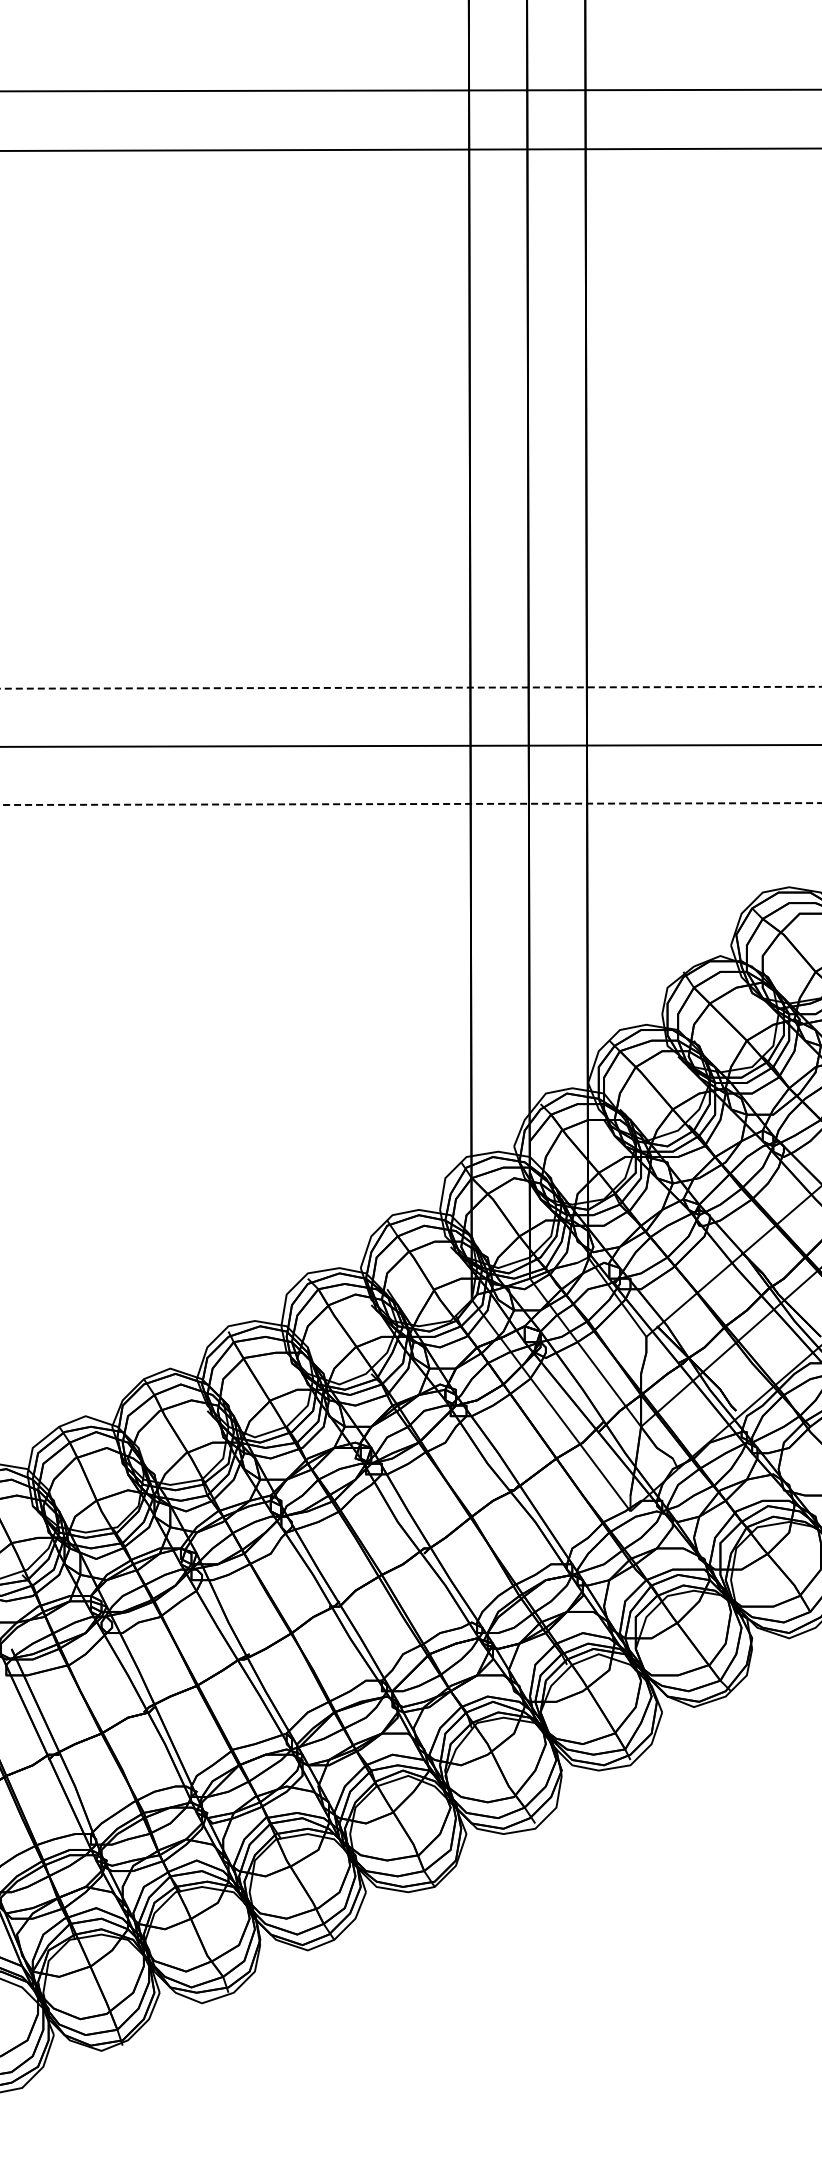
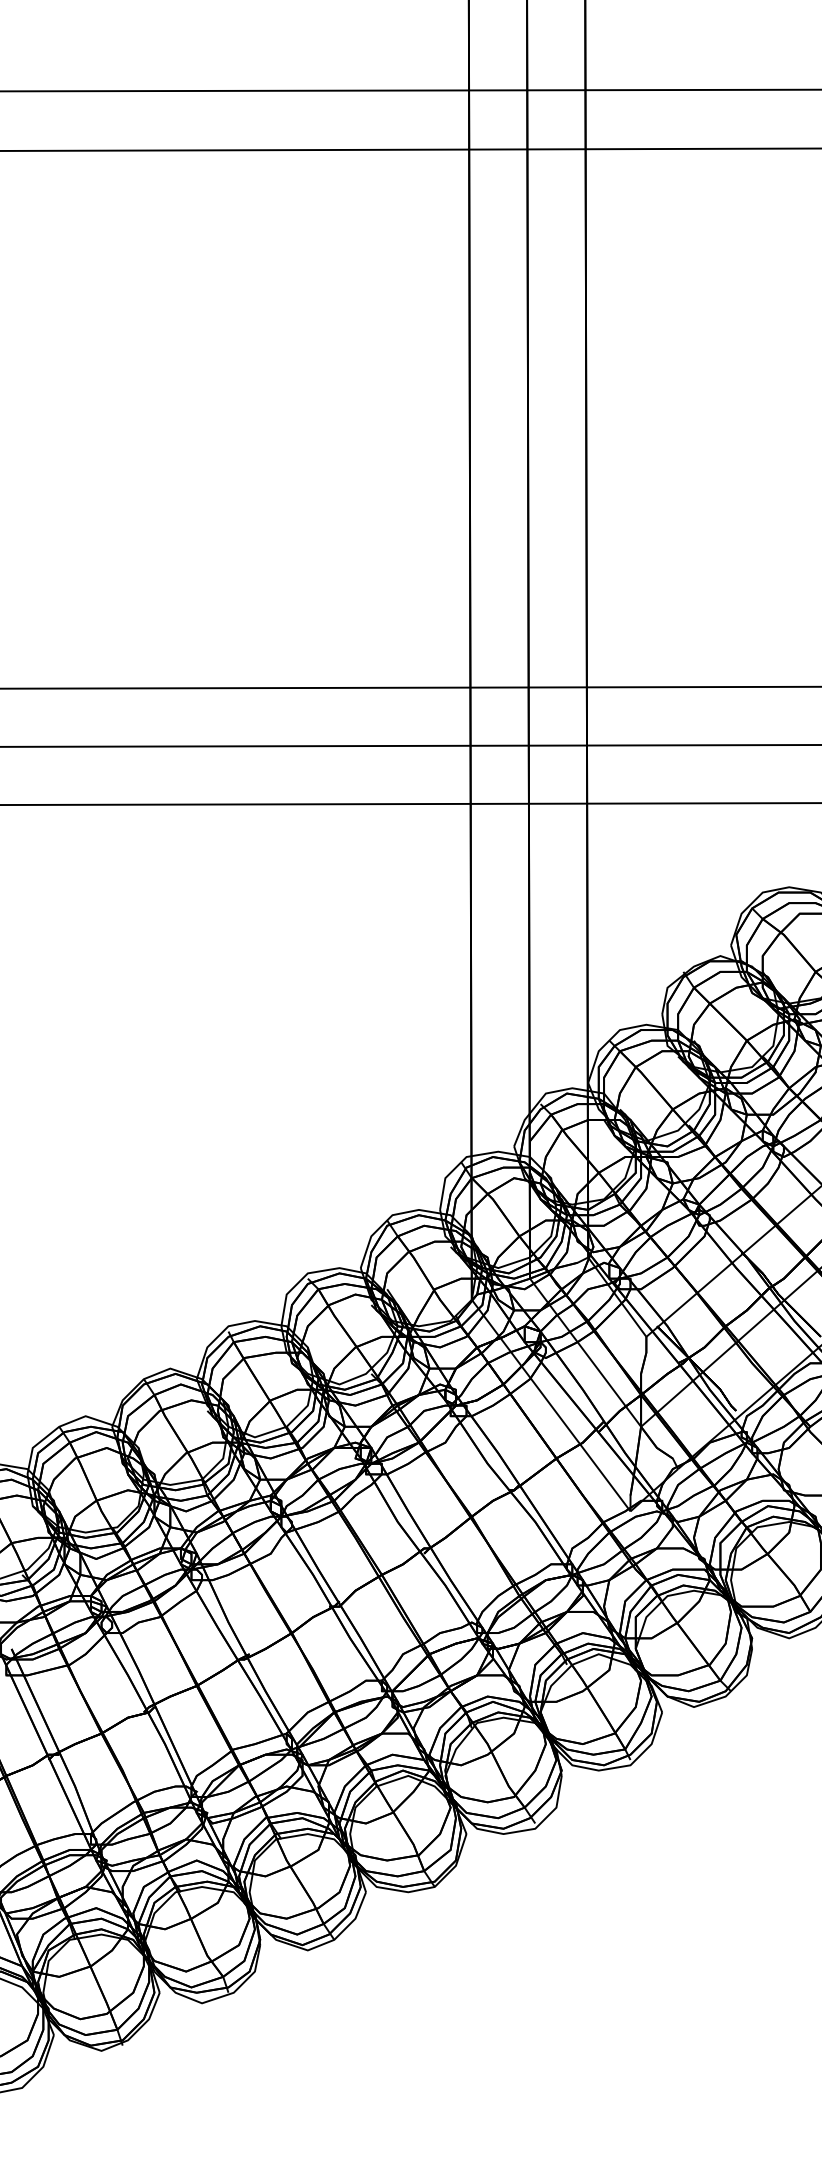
line at (411, 687): dashed -> solid
line at (411, 804): dashed -> solid
